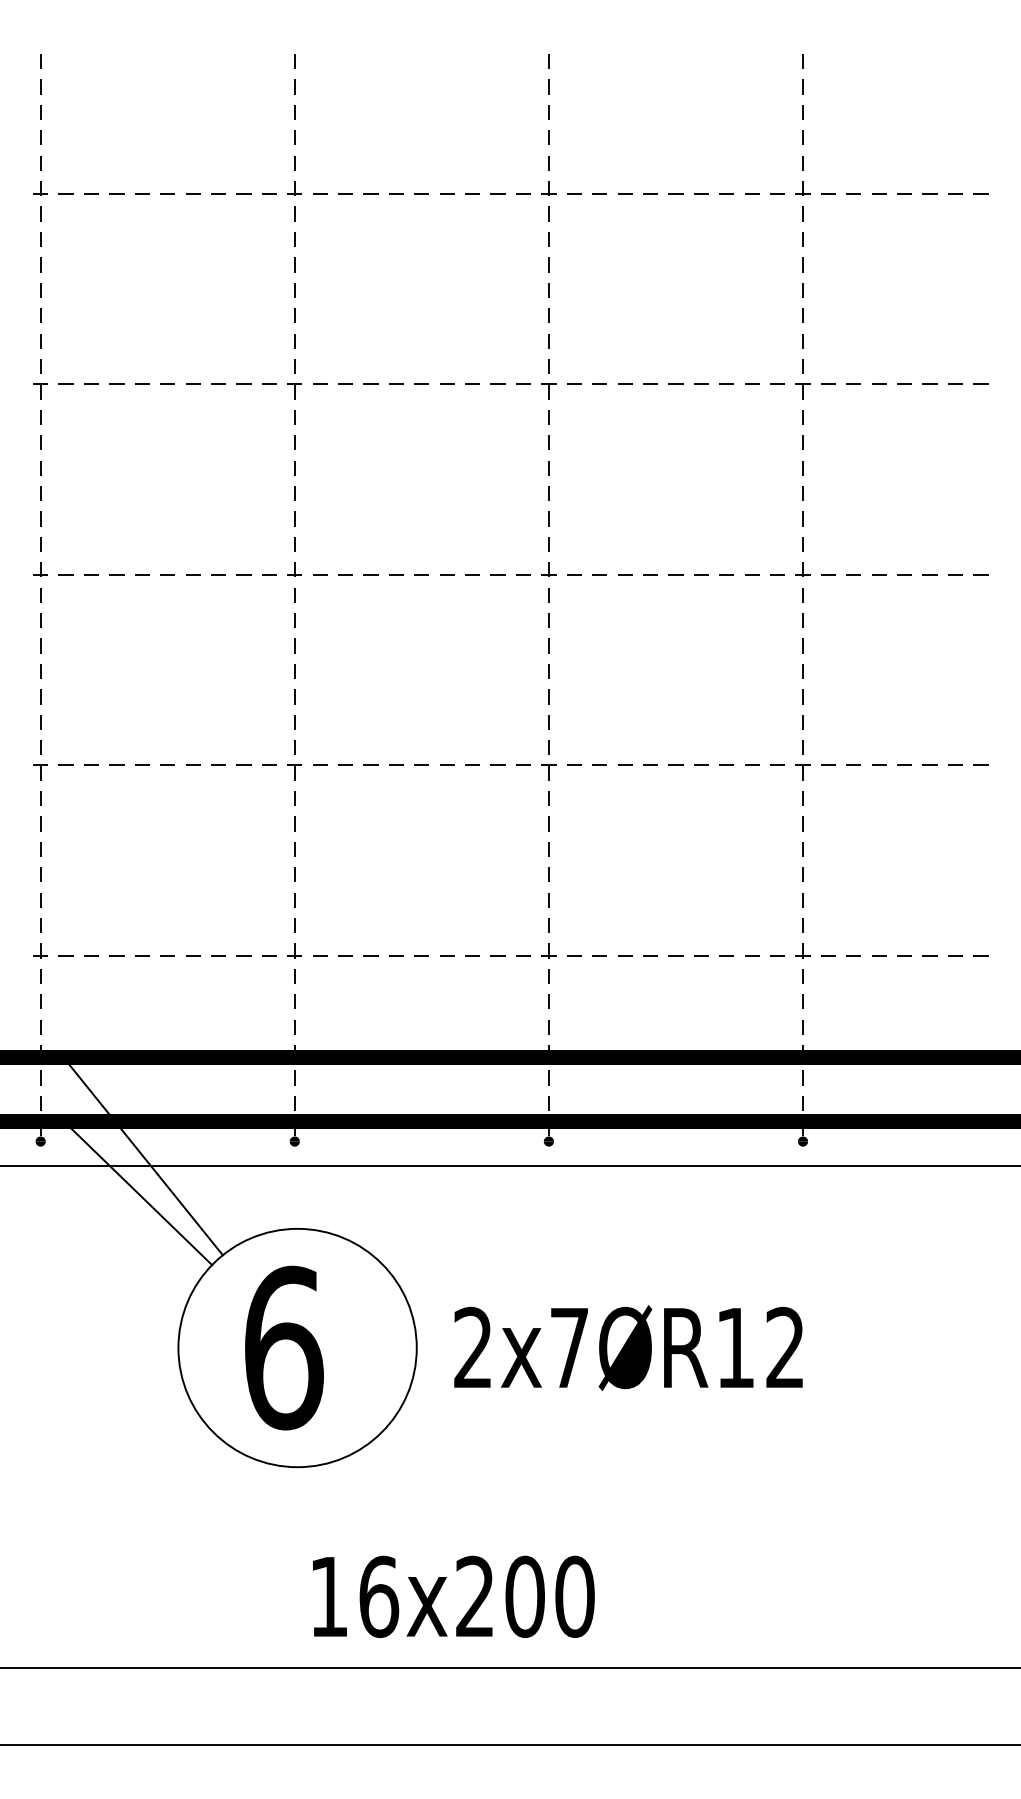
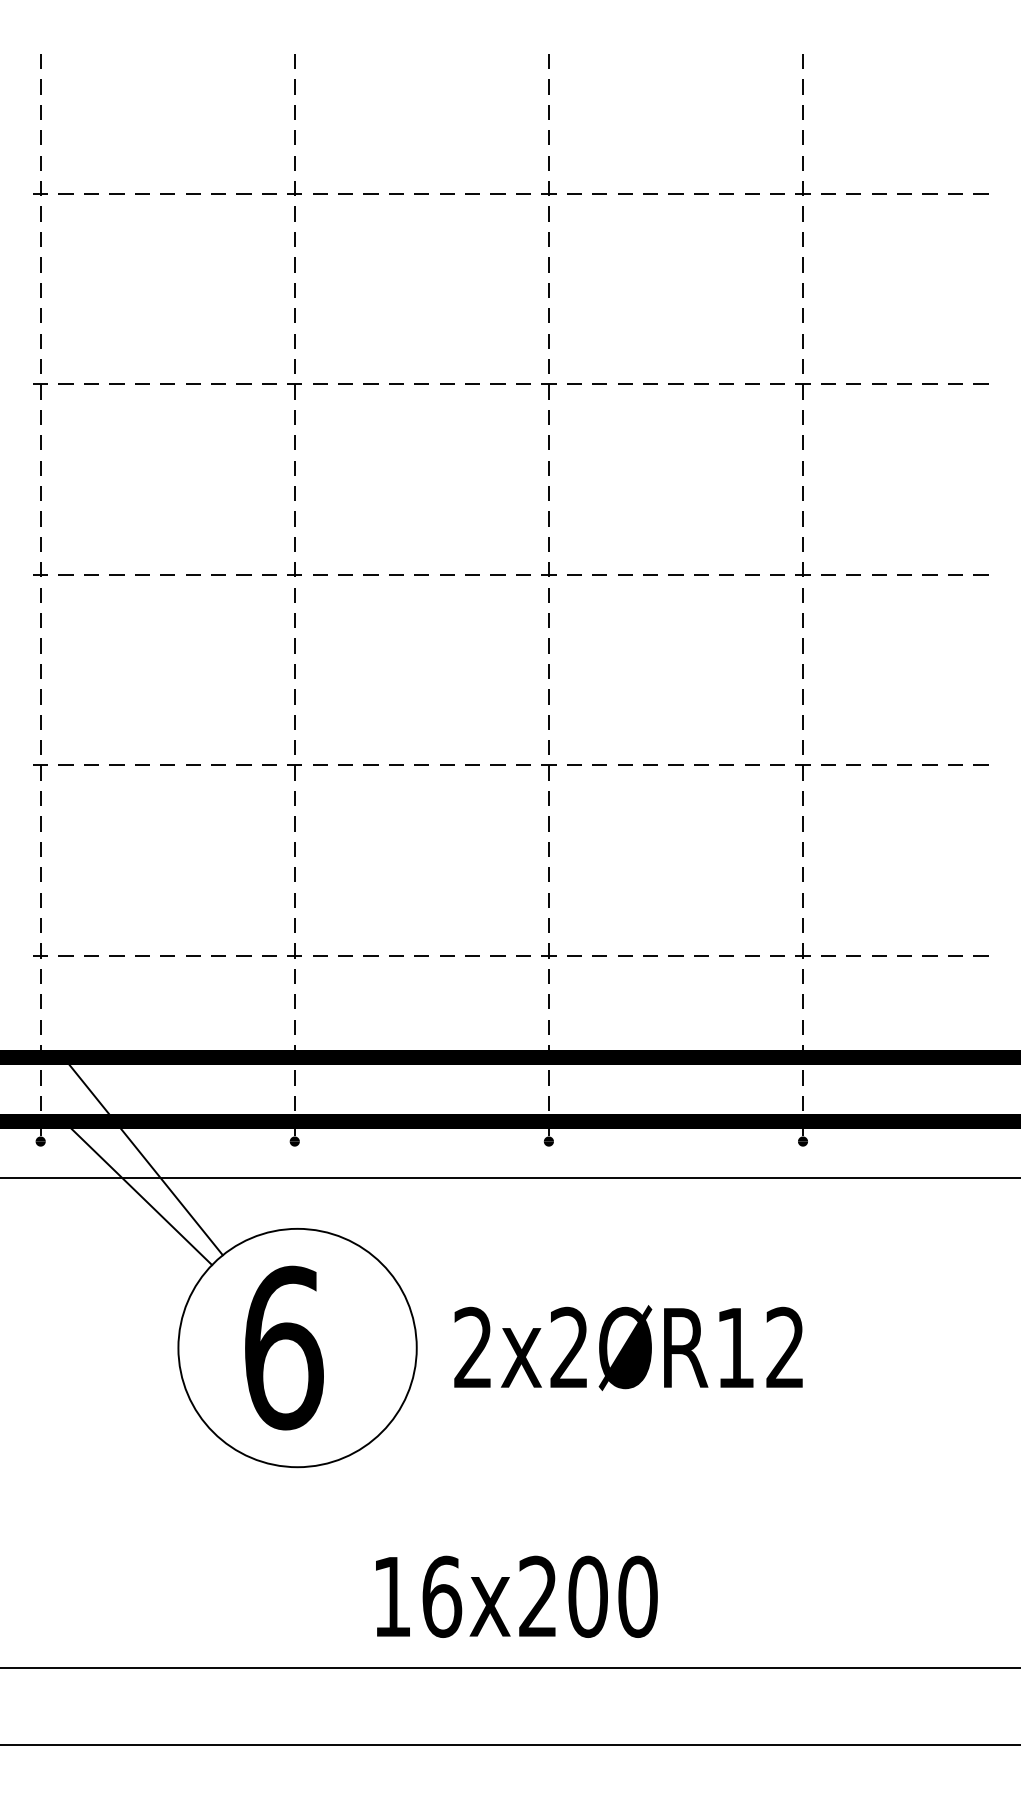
line at (509, 1166) position: (509, 1166) -> (509, 1178)
text at (568, 1346): 2x7ØR12 -> 2x2ØR12
text at (453, 1596) position: (453, 1596) -> (516, 1596)
